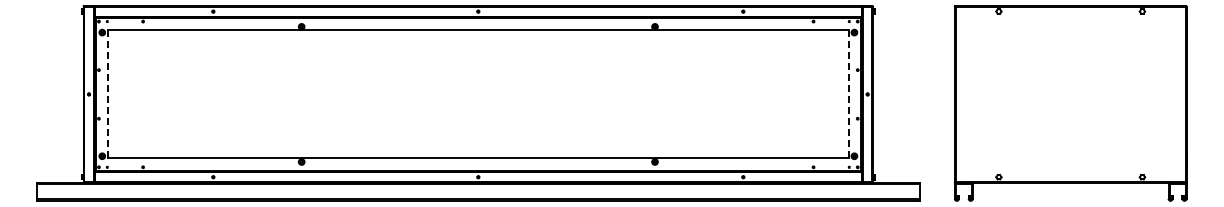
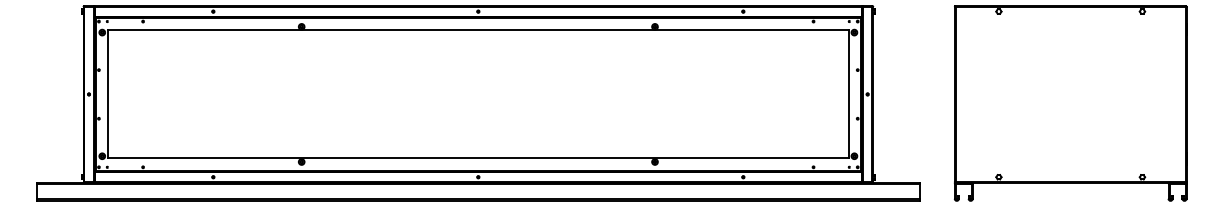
line at (848, 93): dashed -> solid
line at (107, 94): dashed -> solid
